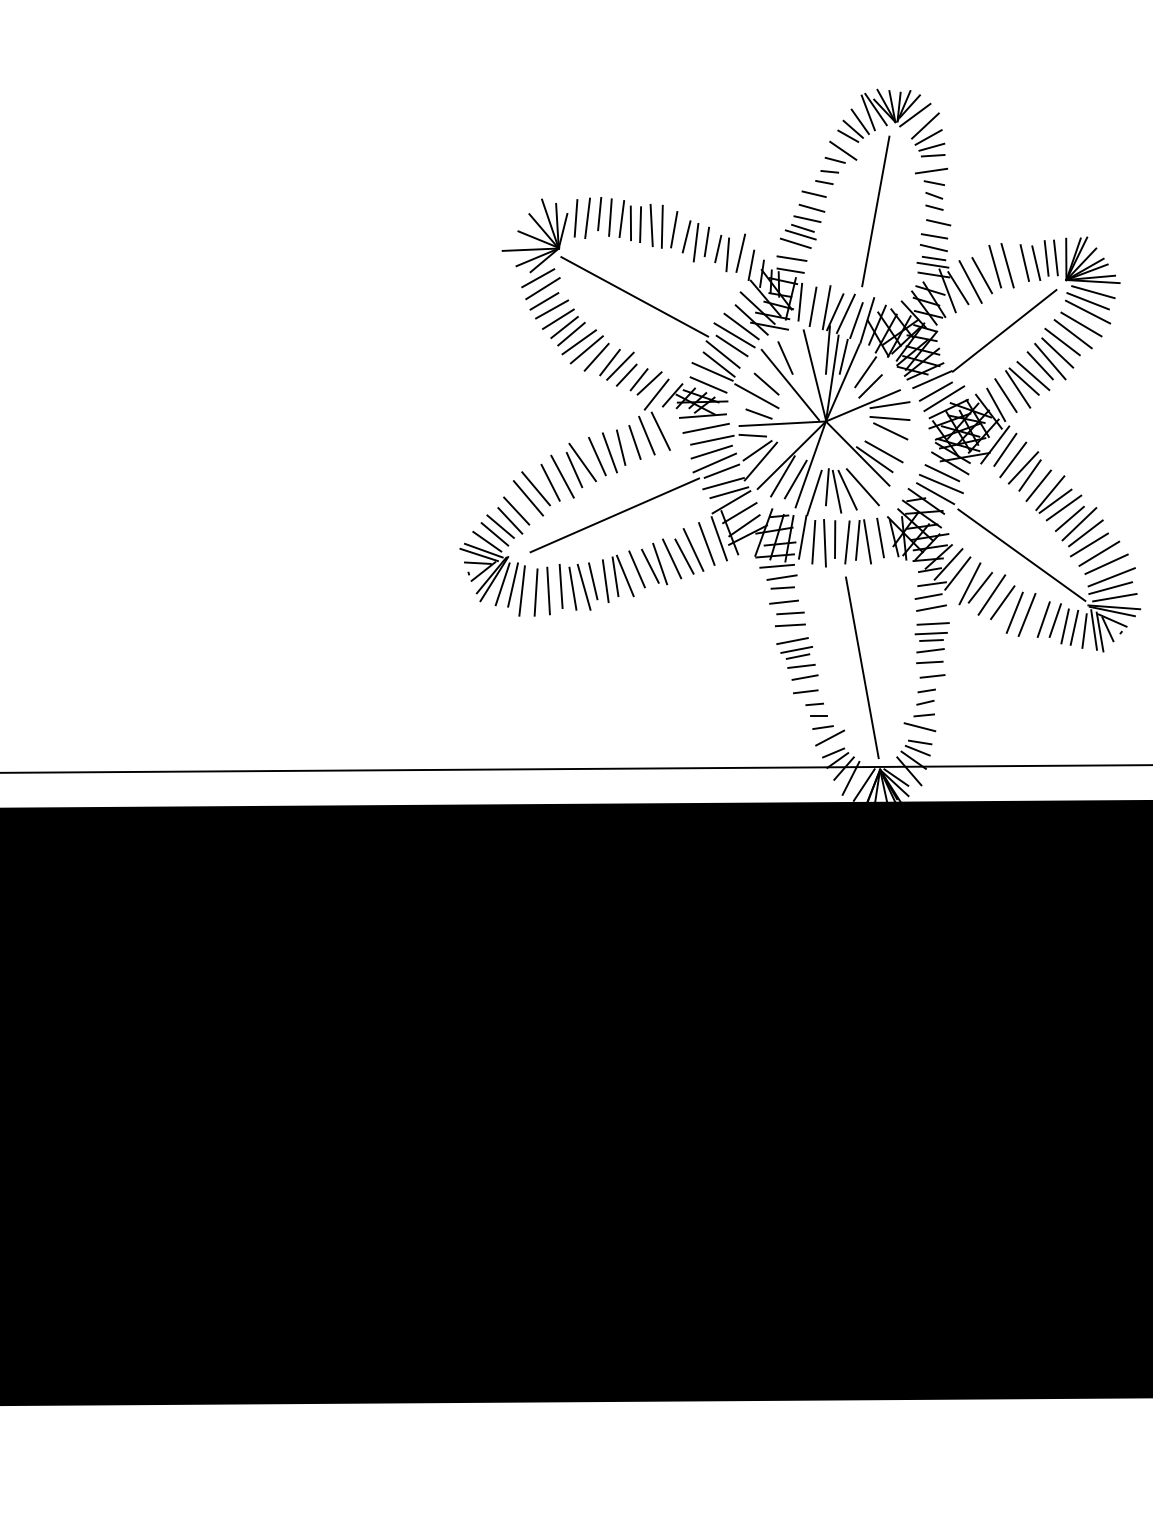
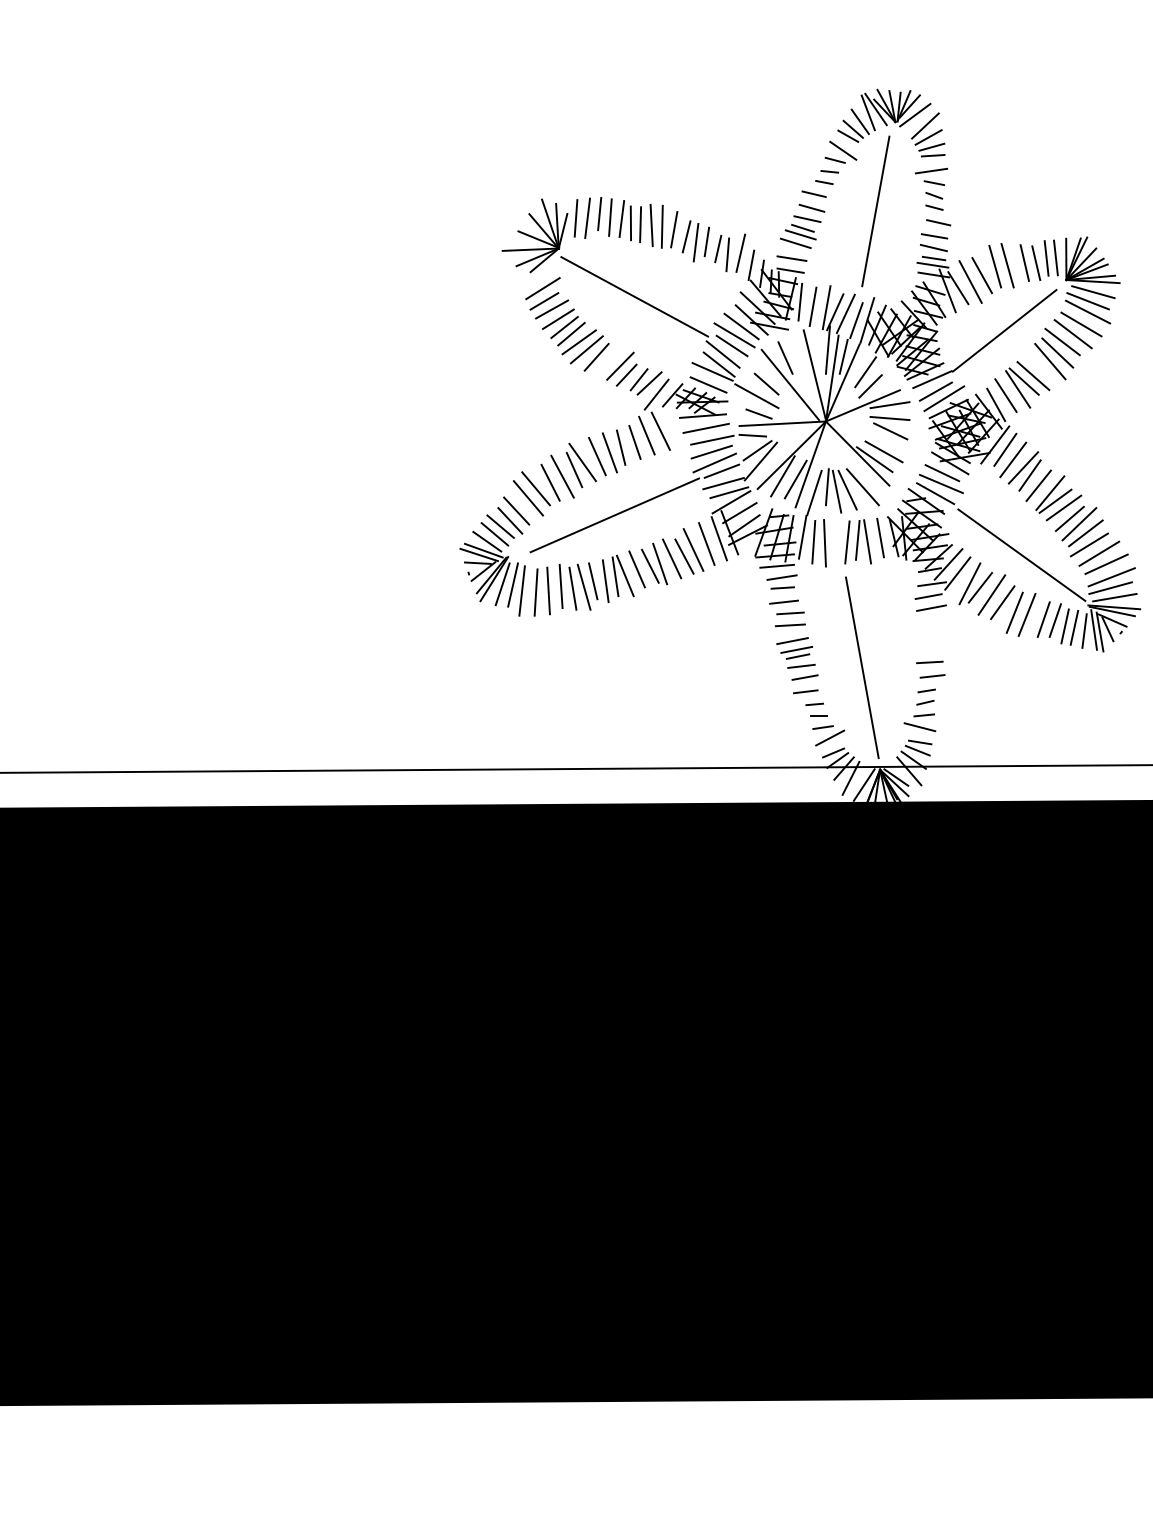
line at (538, 278): present -> none
line at (609, 362): present -> none
line at (1039, 365): present -> none
line at (835, 539): present -> none
part at (931, 637): present -> none
